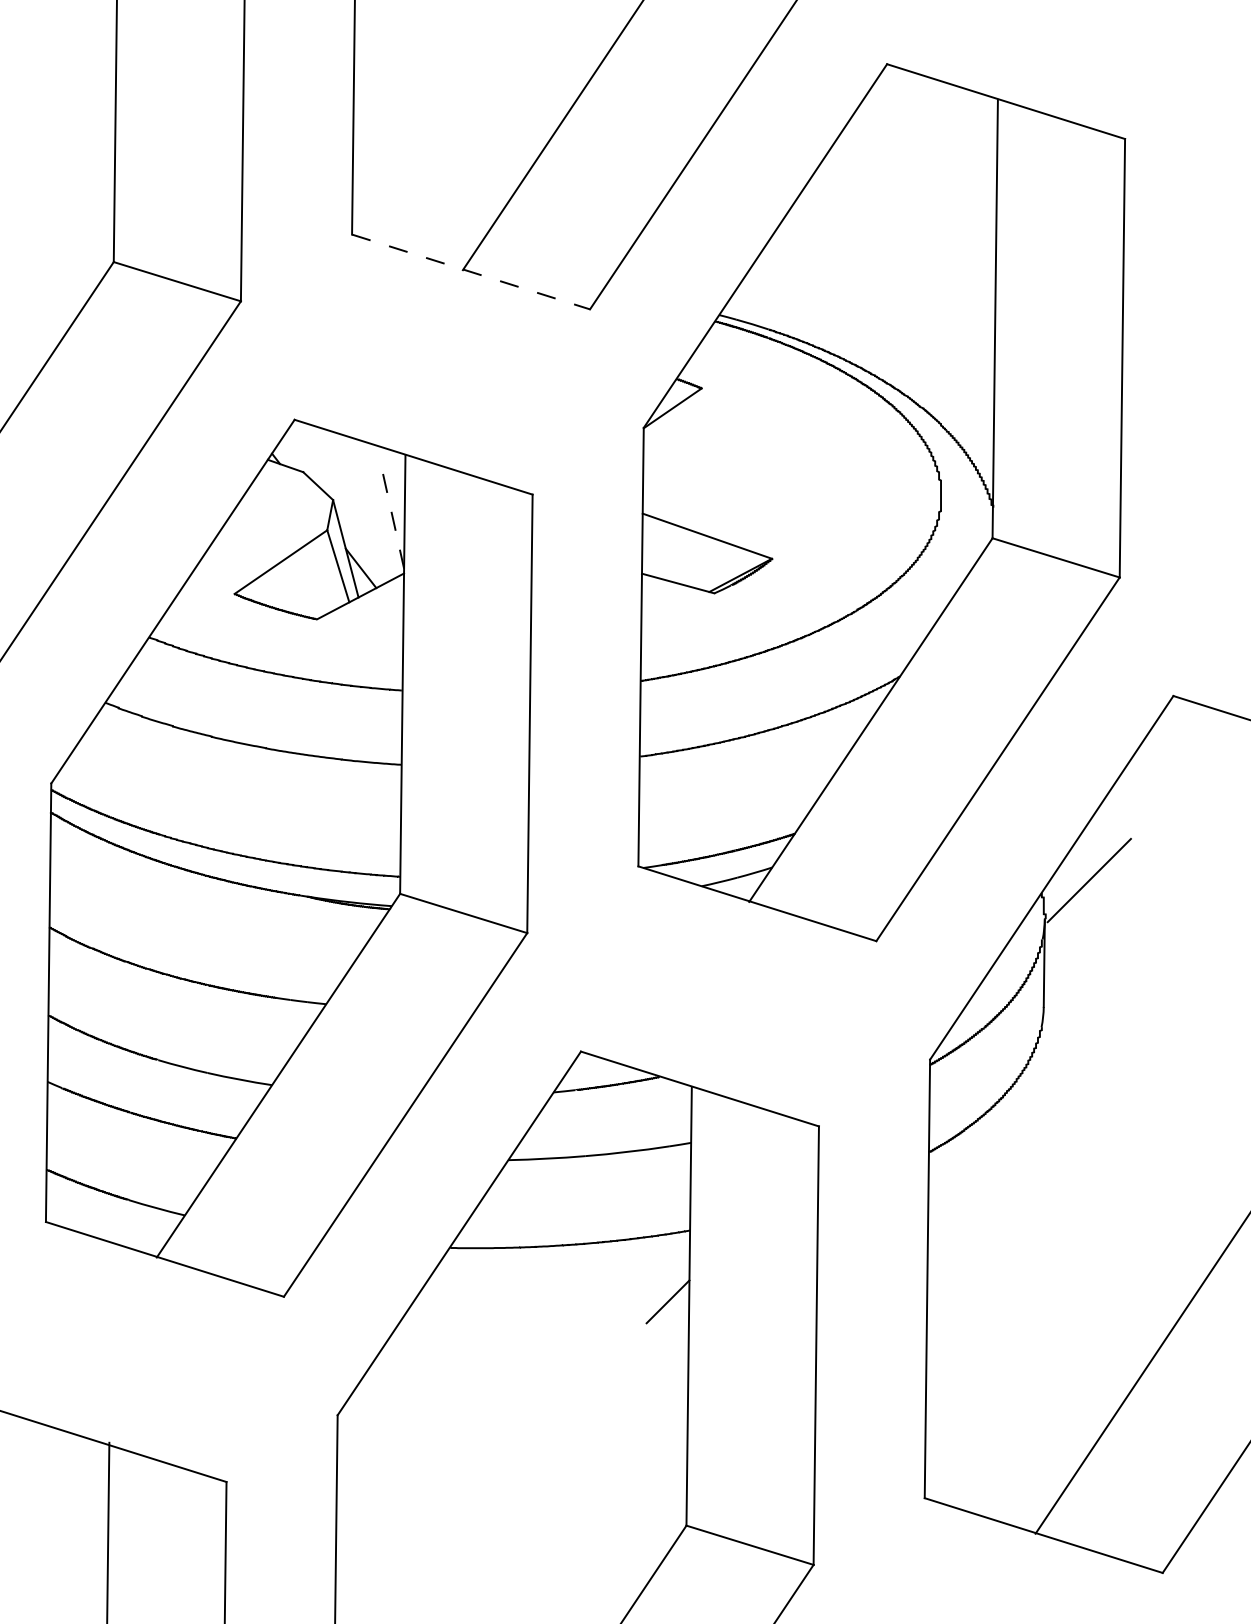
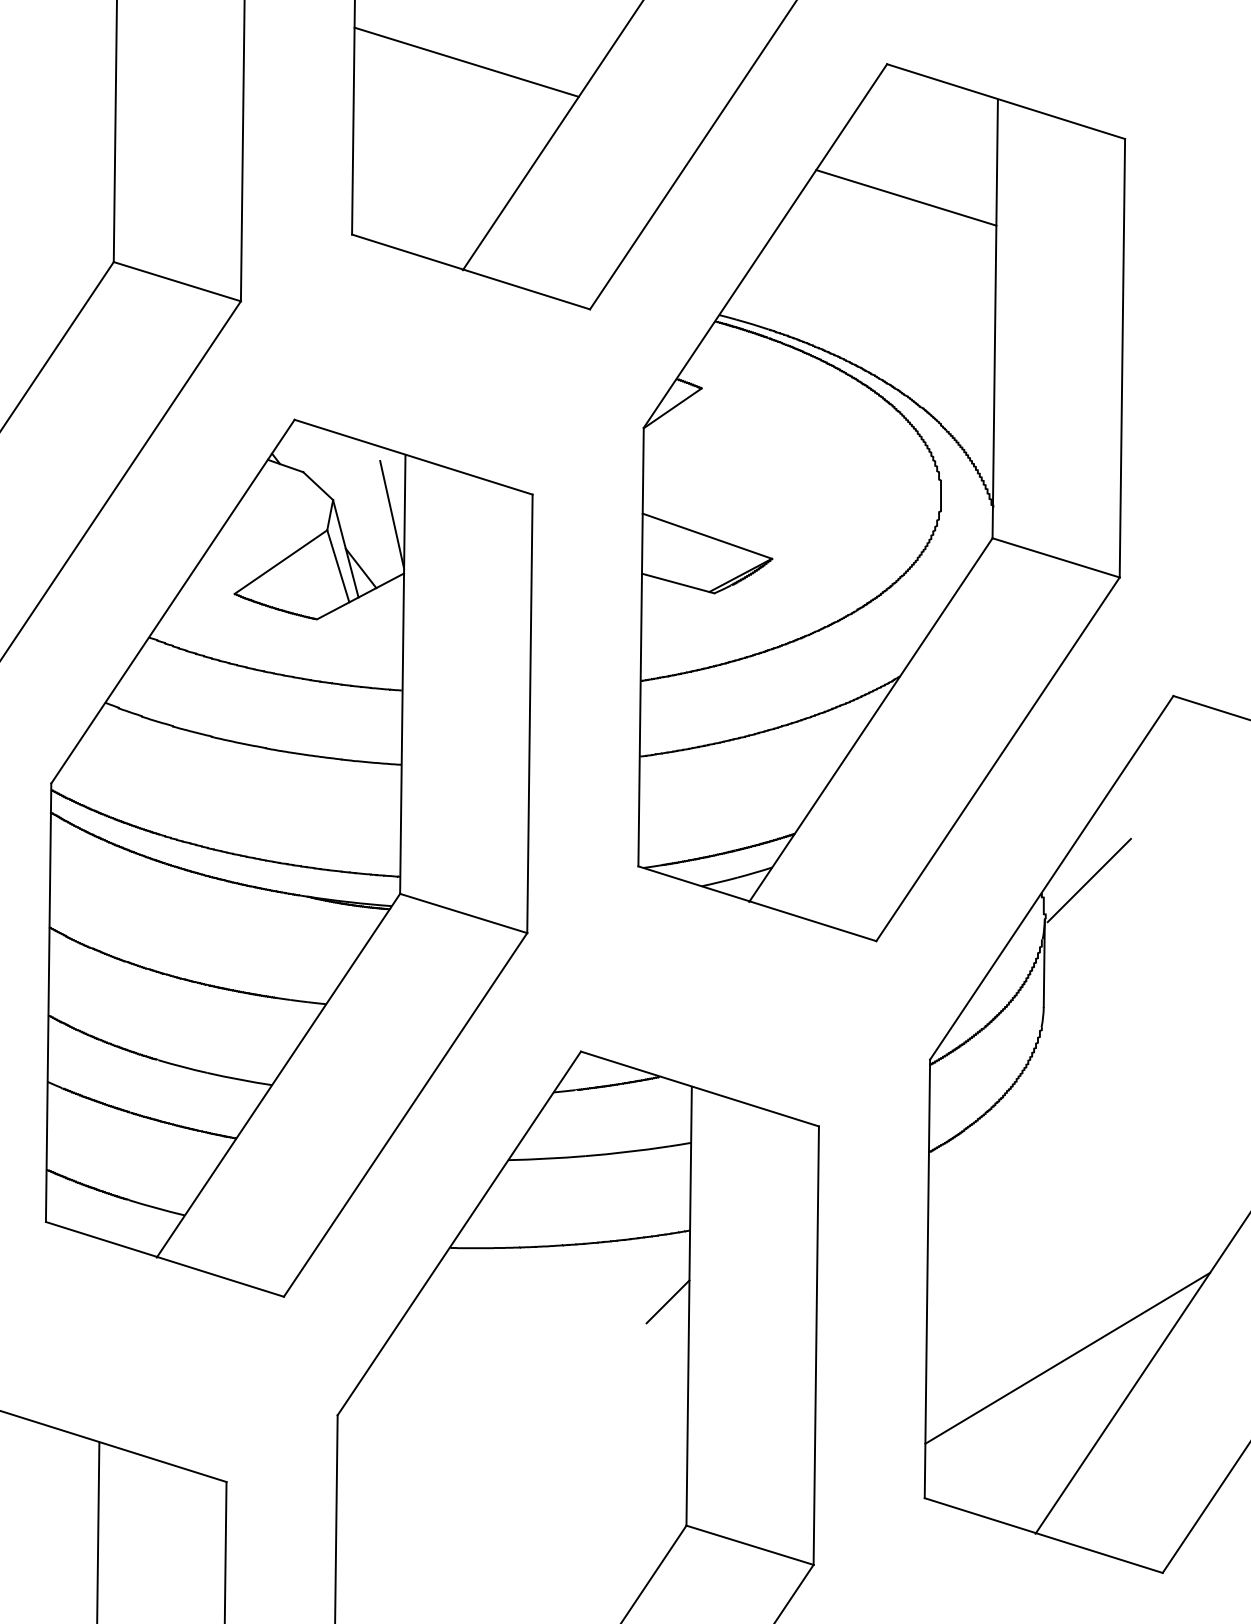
line at (466, 61): none -> present
line at (906, 197): none -> present
line at (471, 271): dashed -> solid
line at (392, 514): dashed -> solid
line at (1067, 1357): none -> present
line at (108, 1531) position: (108, 1531) -> (98, 1531)
